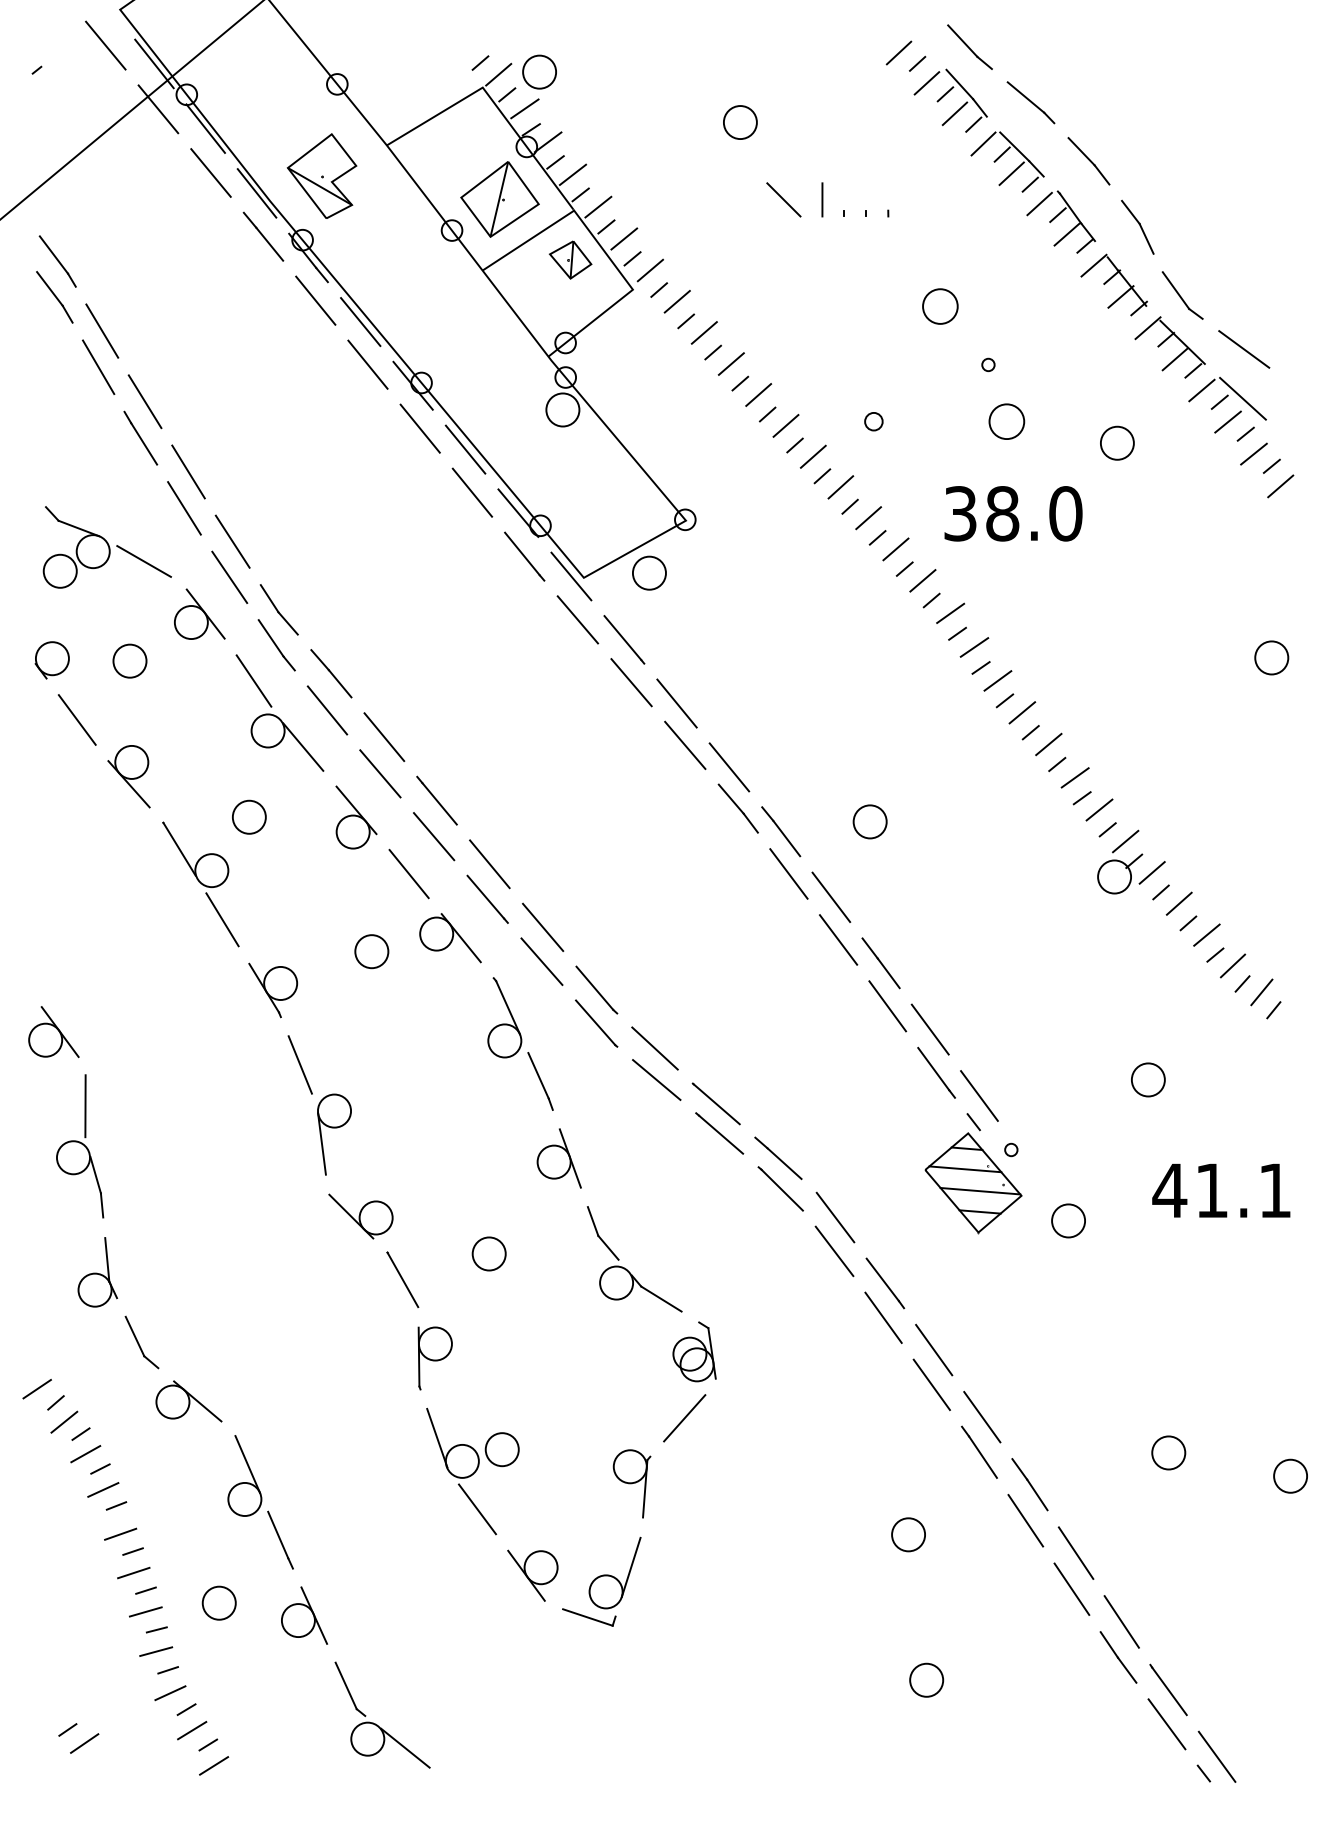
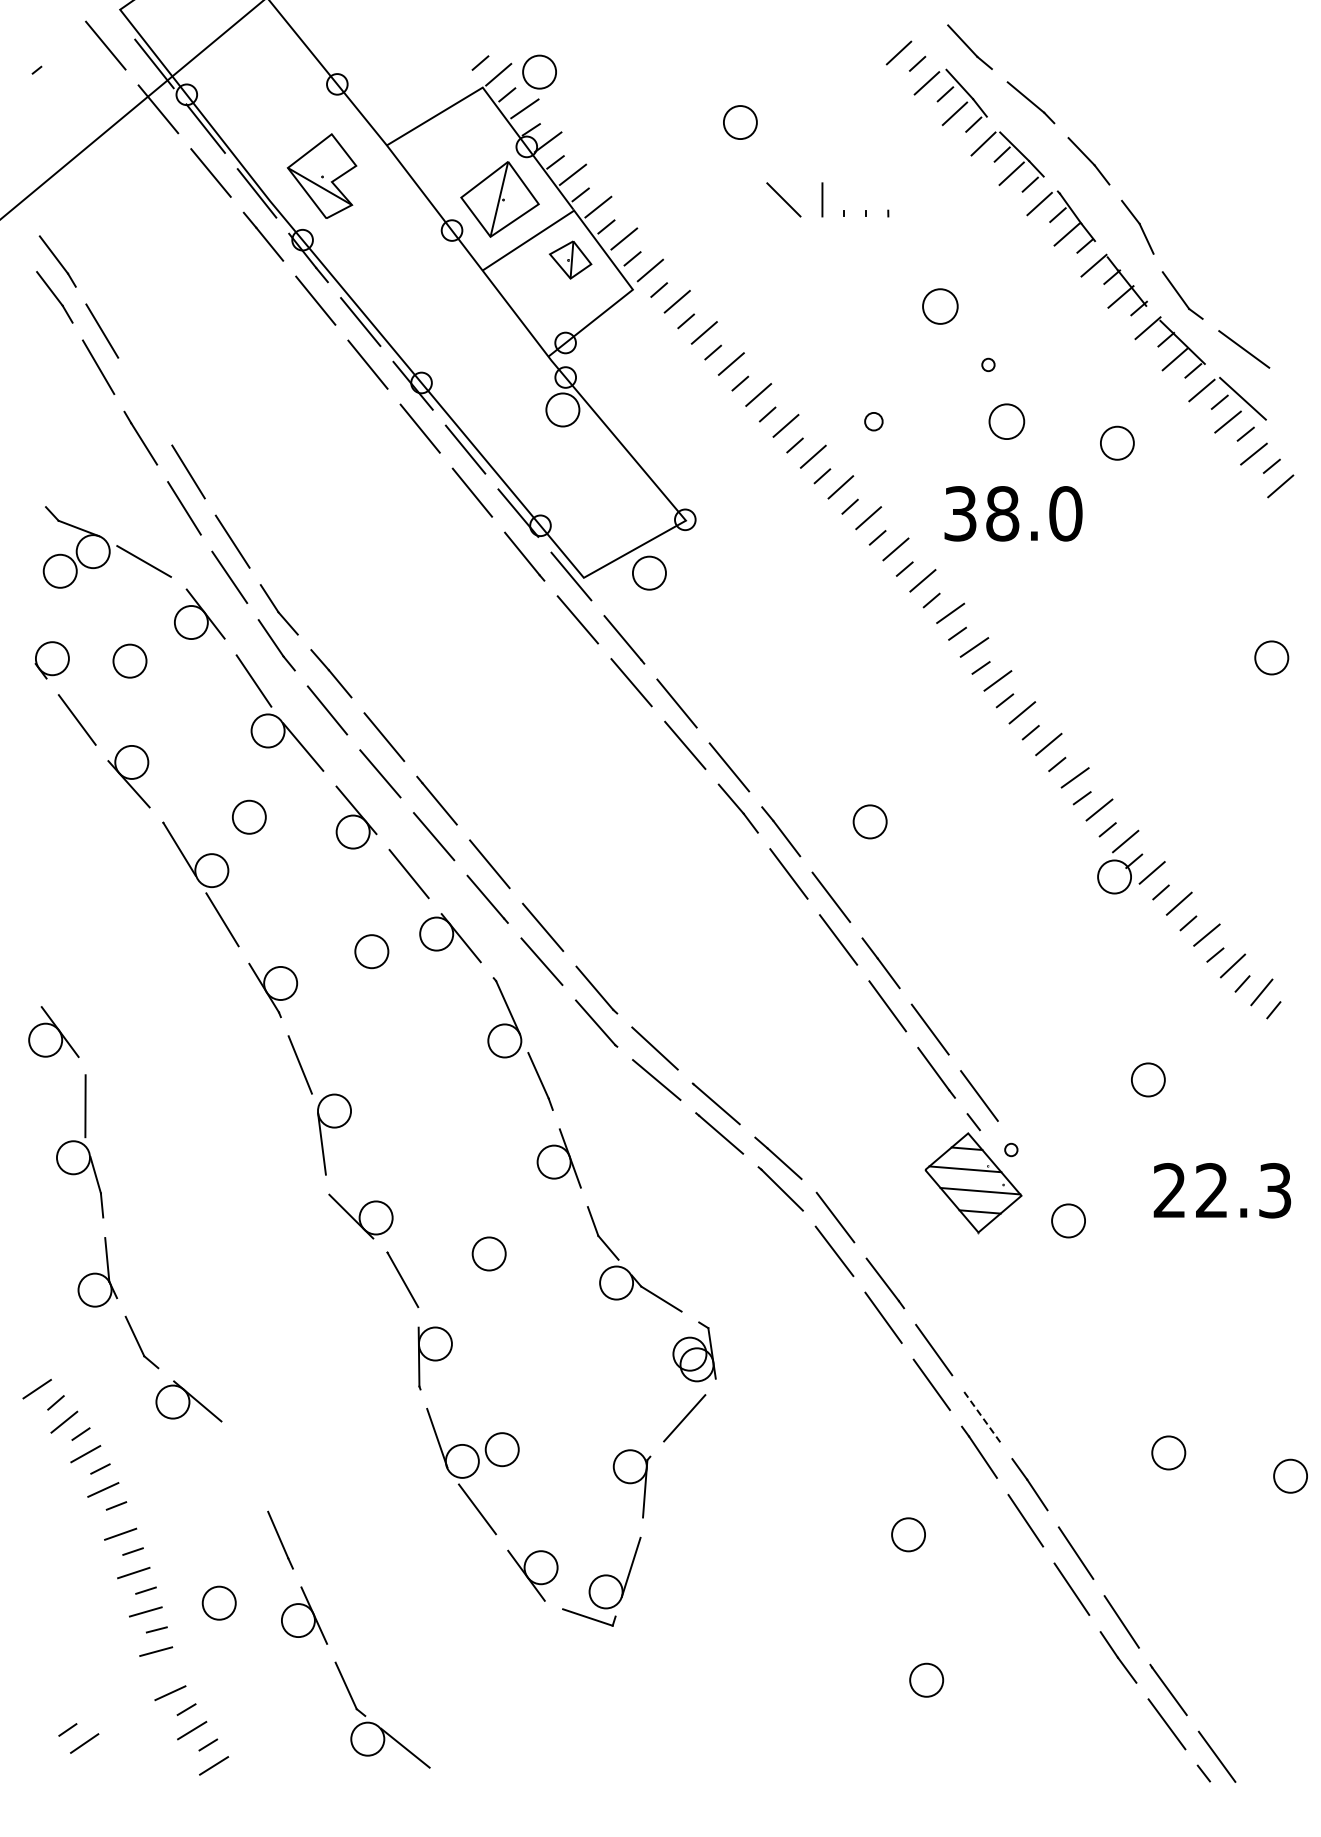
line at (144, 401): present -> none
text at (1221, 1190): 41.1 -> 22.3
line at (982, 1417): solid -> dashed
part at (250, 1473): present -> none
line at (167, 1670): present -> none
